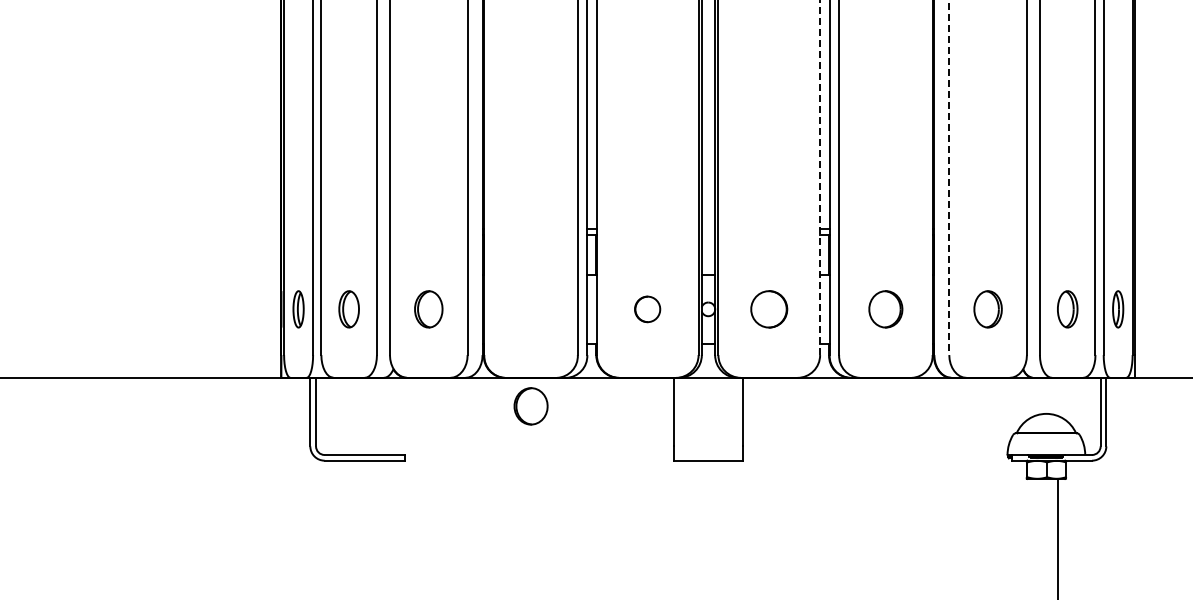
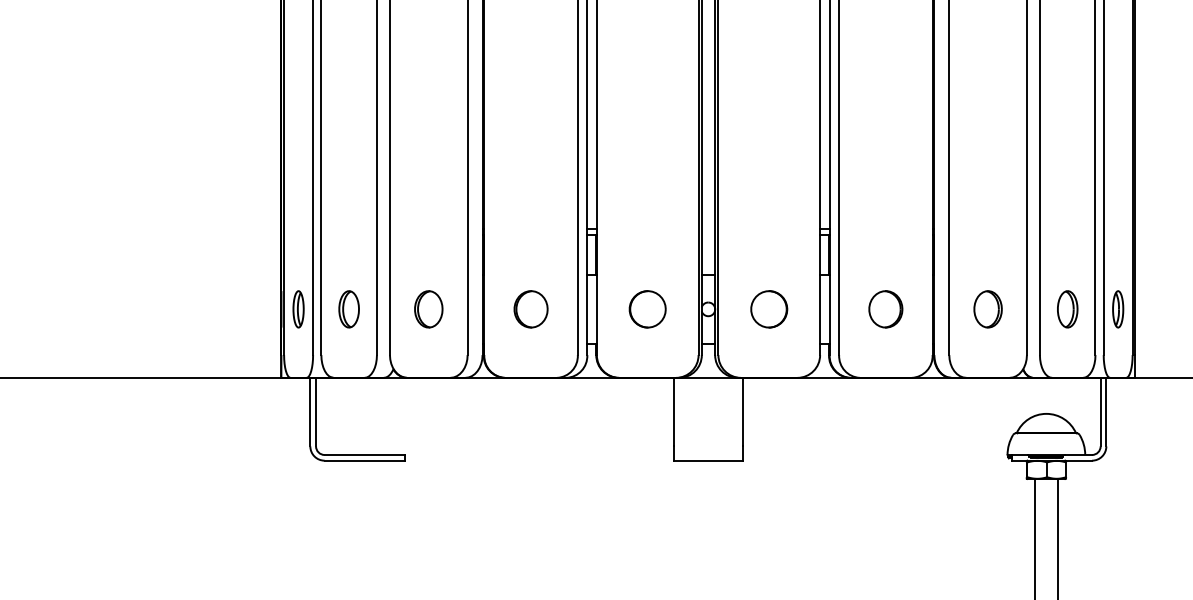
line at (820, 177): dashed -> solid
line at (949, 178): dashed -> solid
part at (647, 309) size: 28x29 px -> 39x39 px
part at (530, 406) position: (530, 406) -> (530, 309)
line at (1034, 537): none -> present
